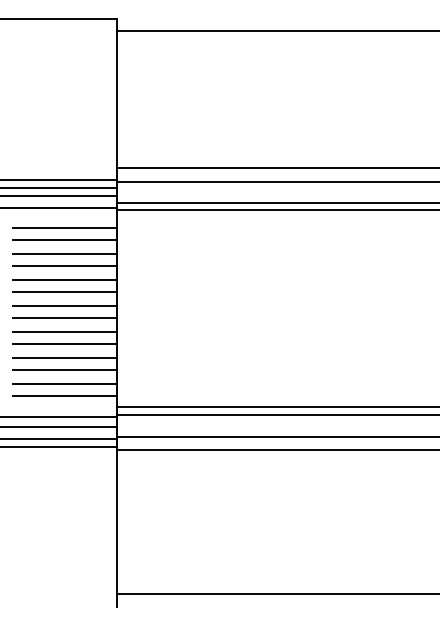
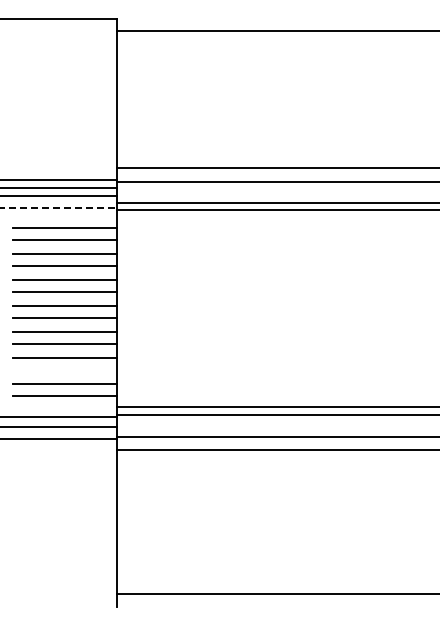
line at (59, 207): solid -> dashed
line at (65, 370): present -> none
line at (59, 446): present -> none
